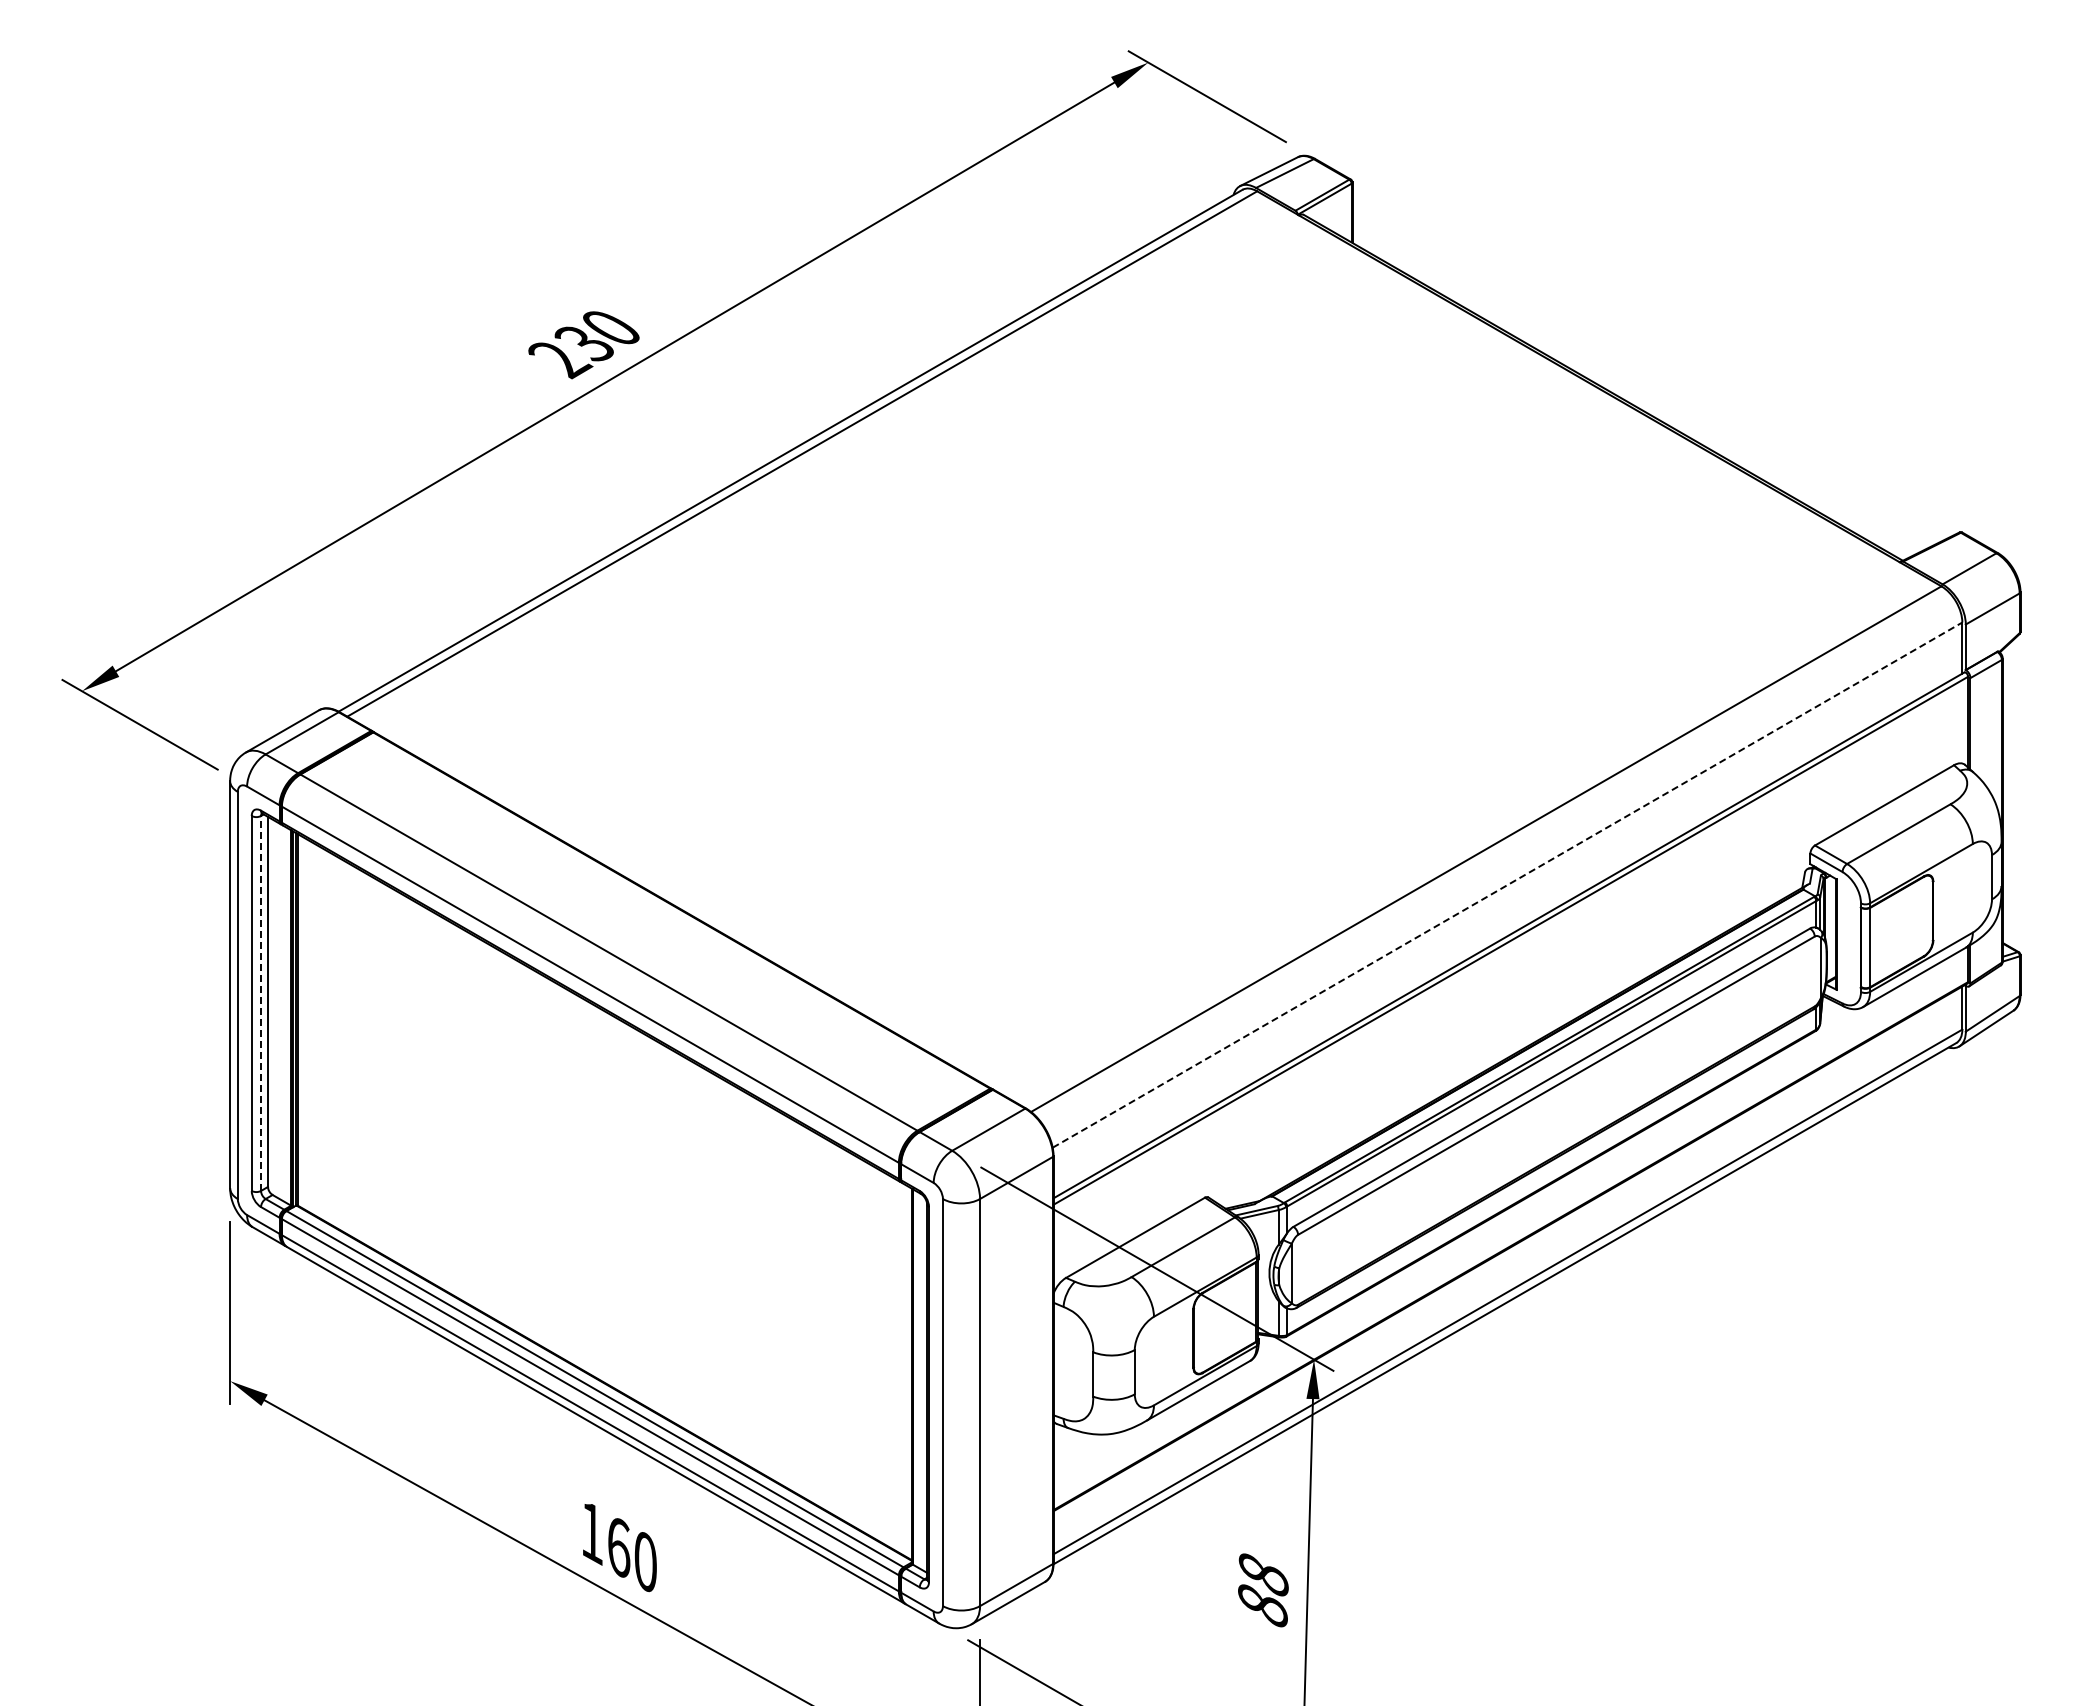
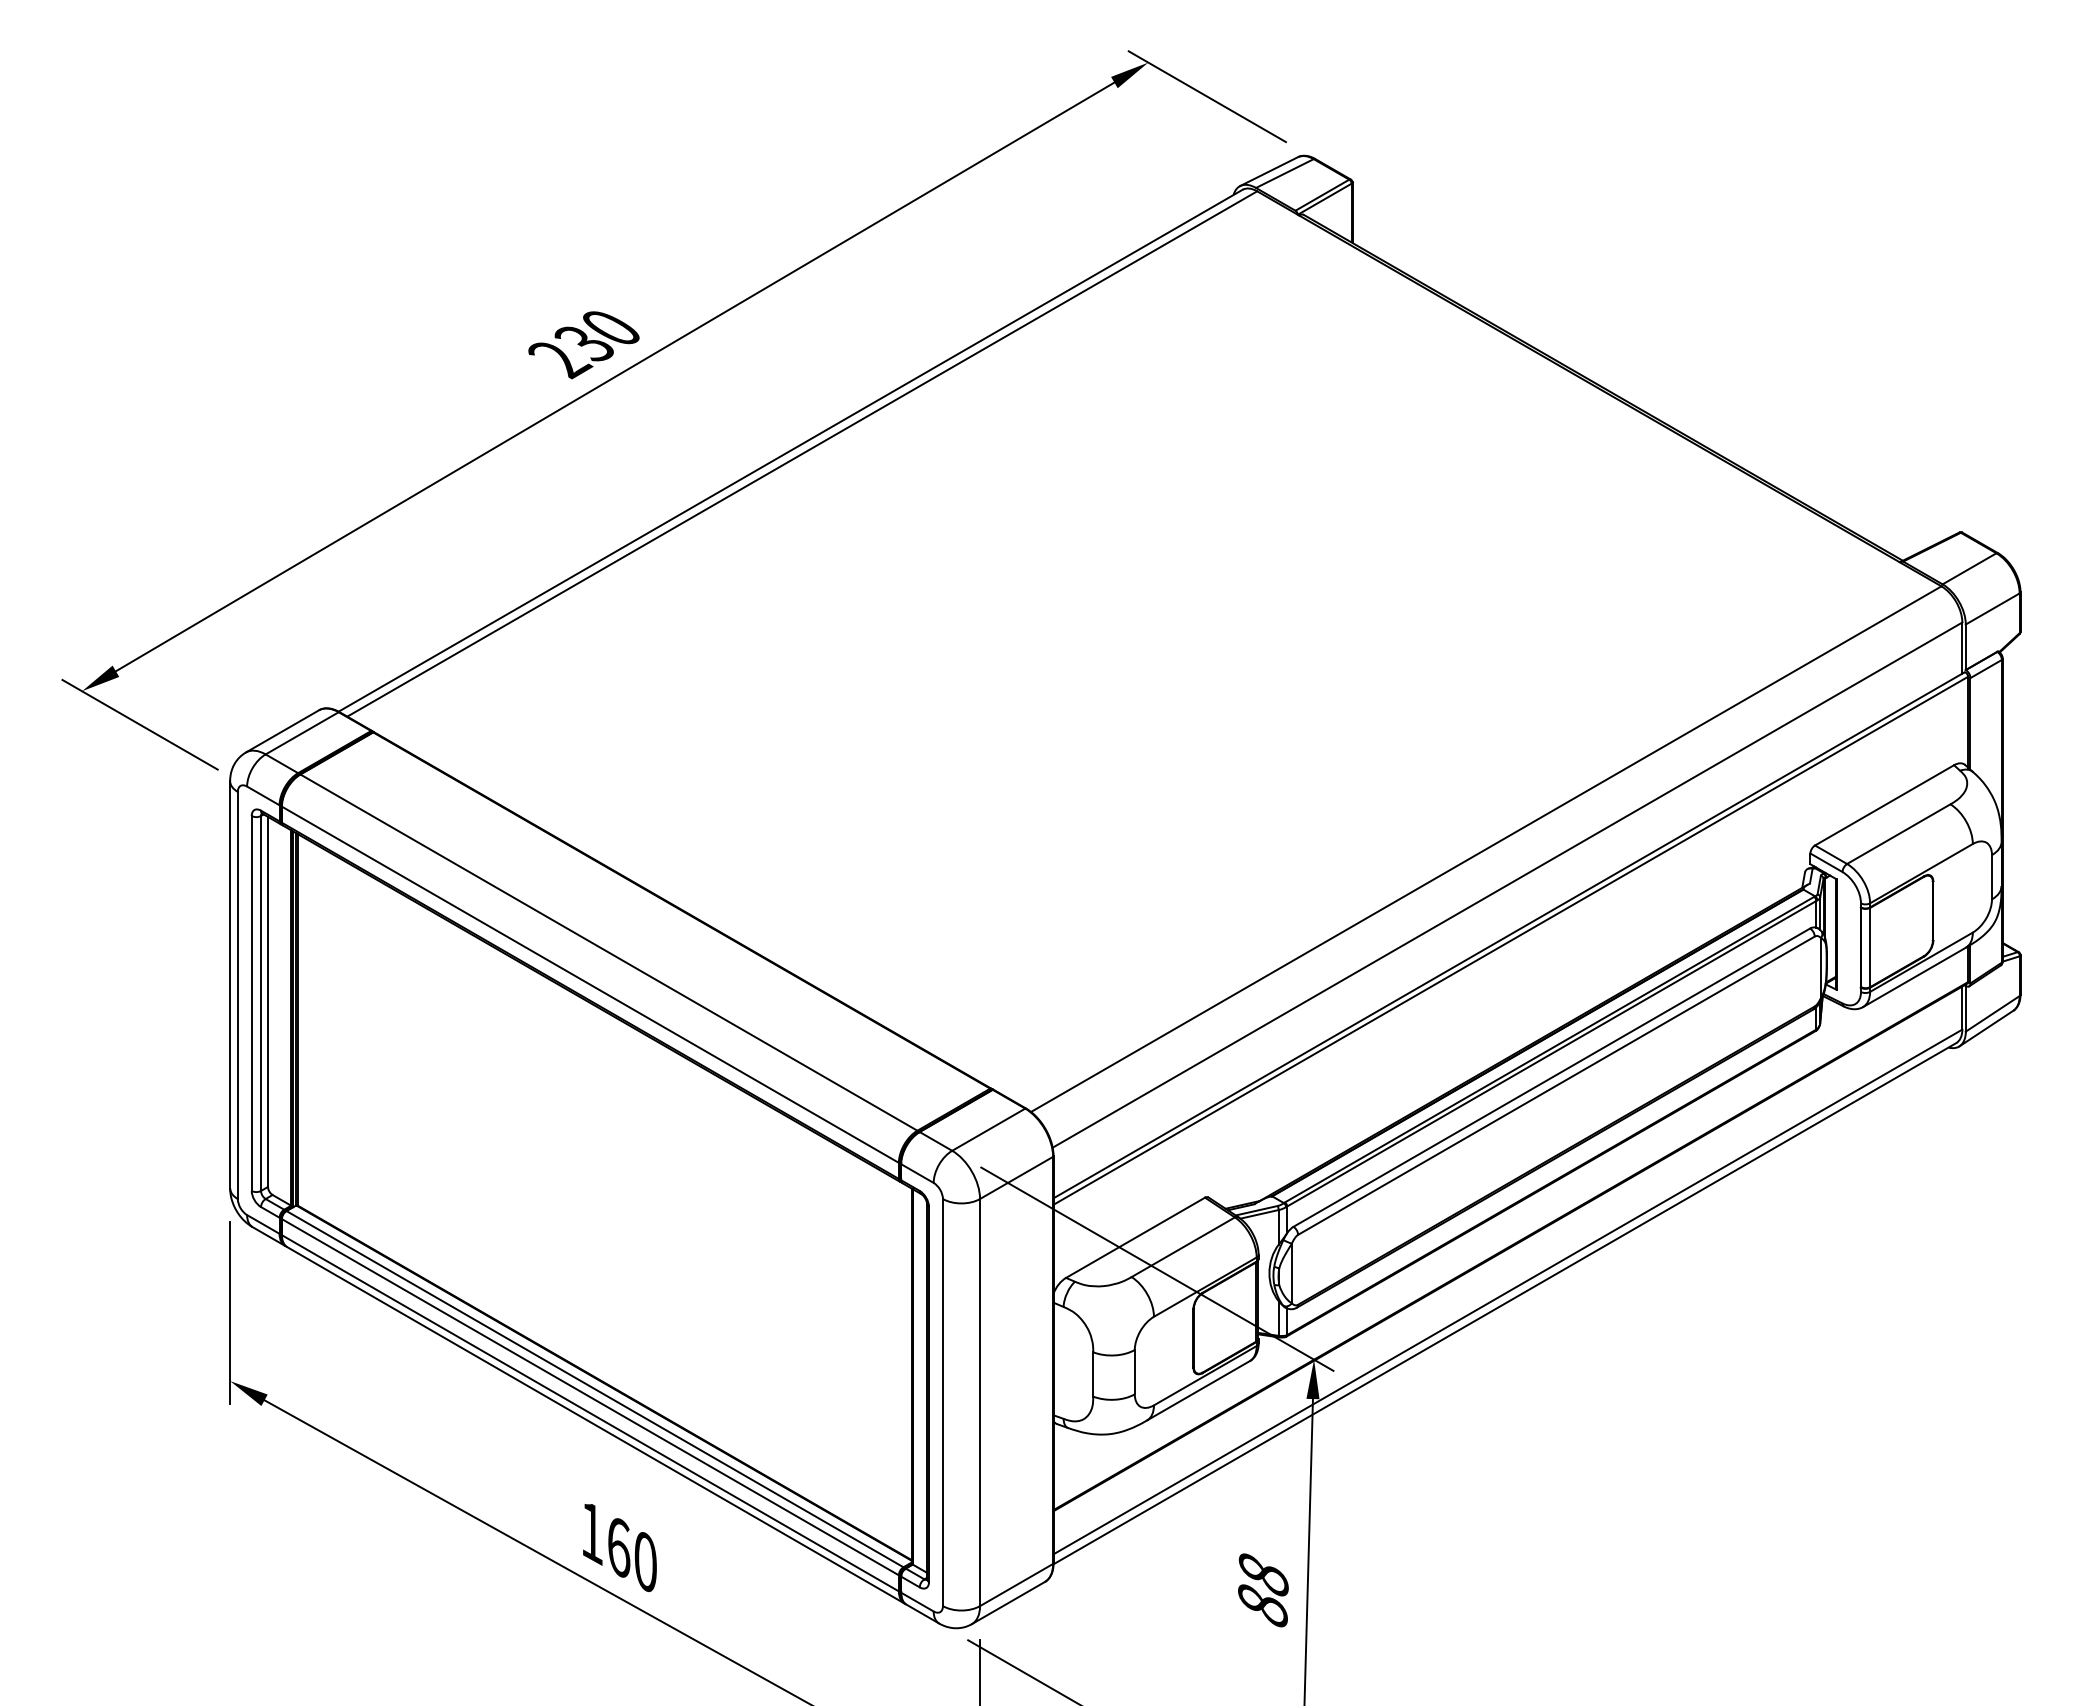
line at (1507, 884): dashed -> solid
line at (261, 1003): dashed -> solid
